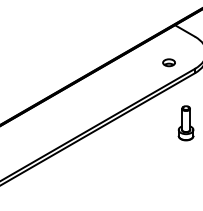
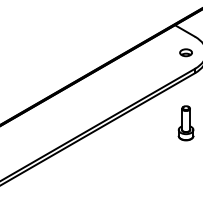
part at (168, 62) position: (168, 62) -> (185, 52)
